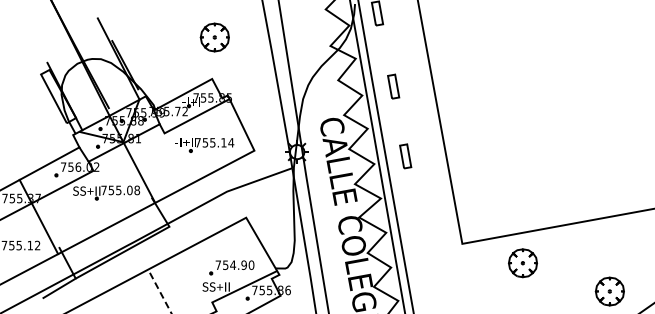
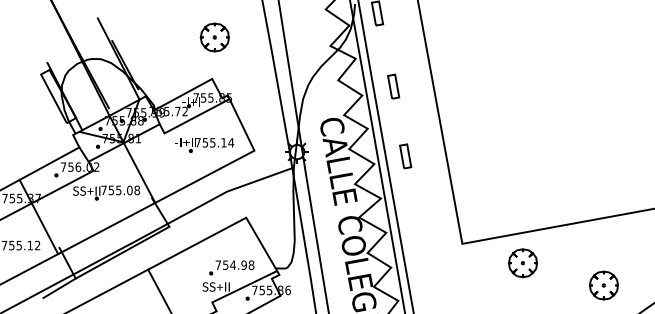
text at (251, 264): 754.90 -> 754.98
line at (159, 291): dashed -> solid
part at (609, 291) position: (609, 291) -> (603, 285)
